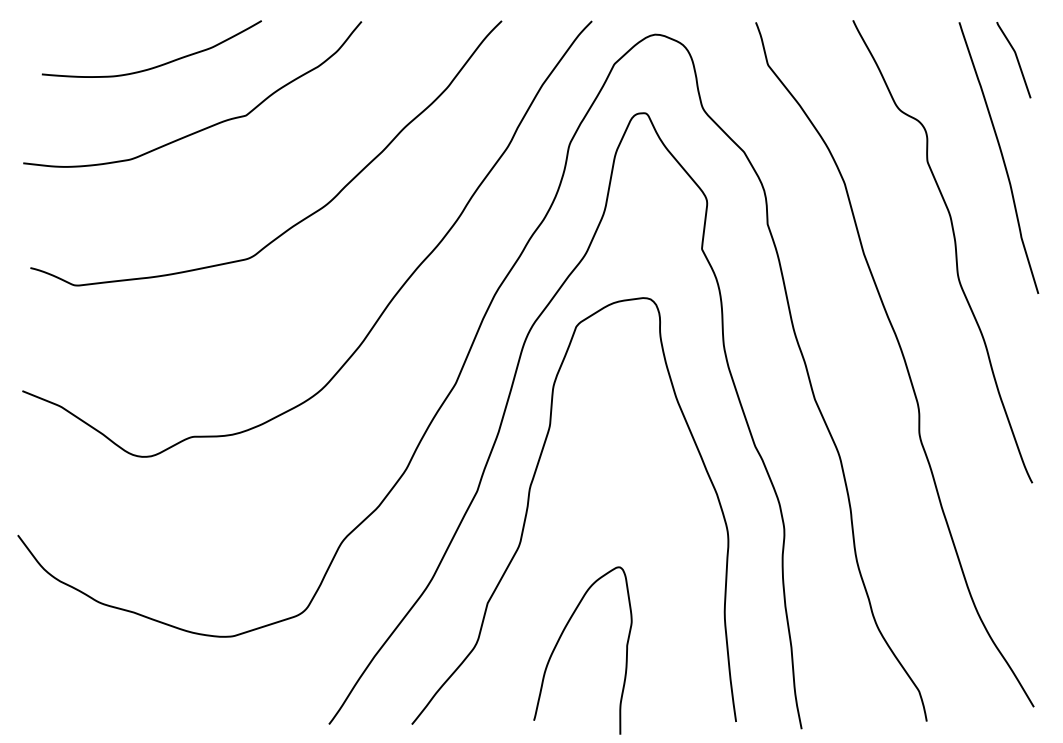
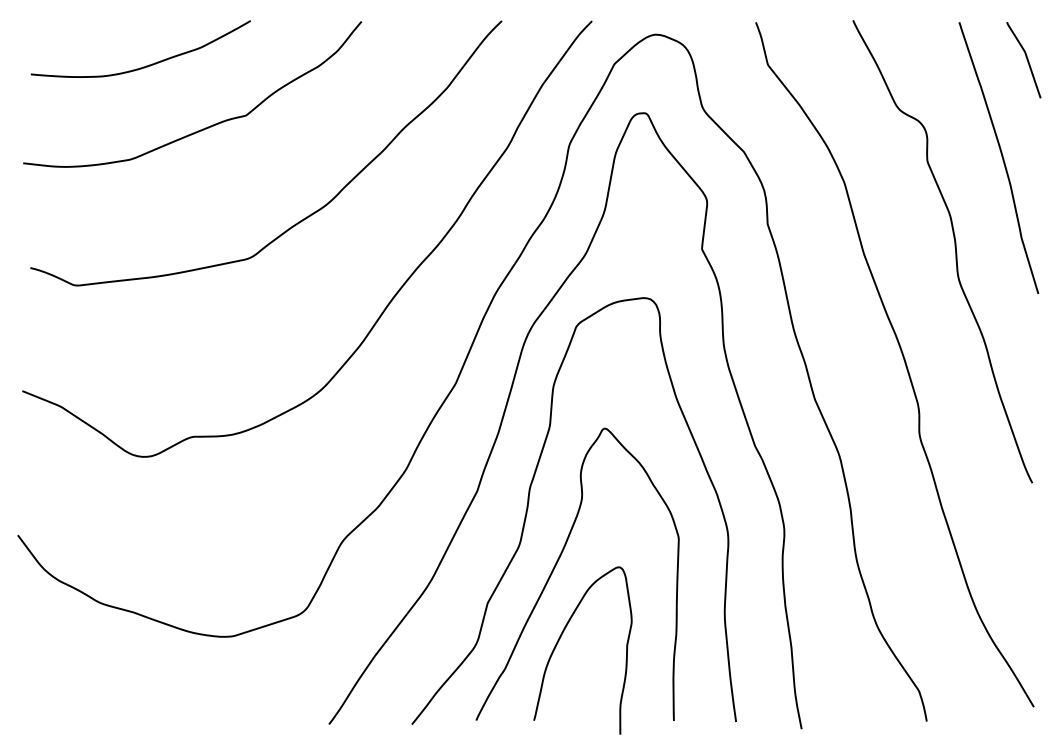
curve at (1016, 59) position: (1016, 59) -> (1026, 59)
curve at (157, 65) position: (157, 65) -> (146, 65)
curve at (557, 563): none -> present
